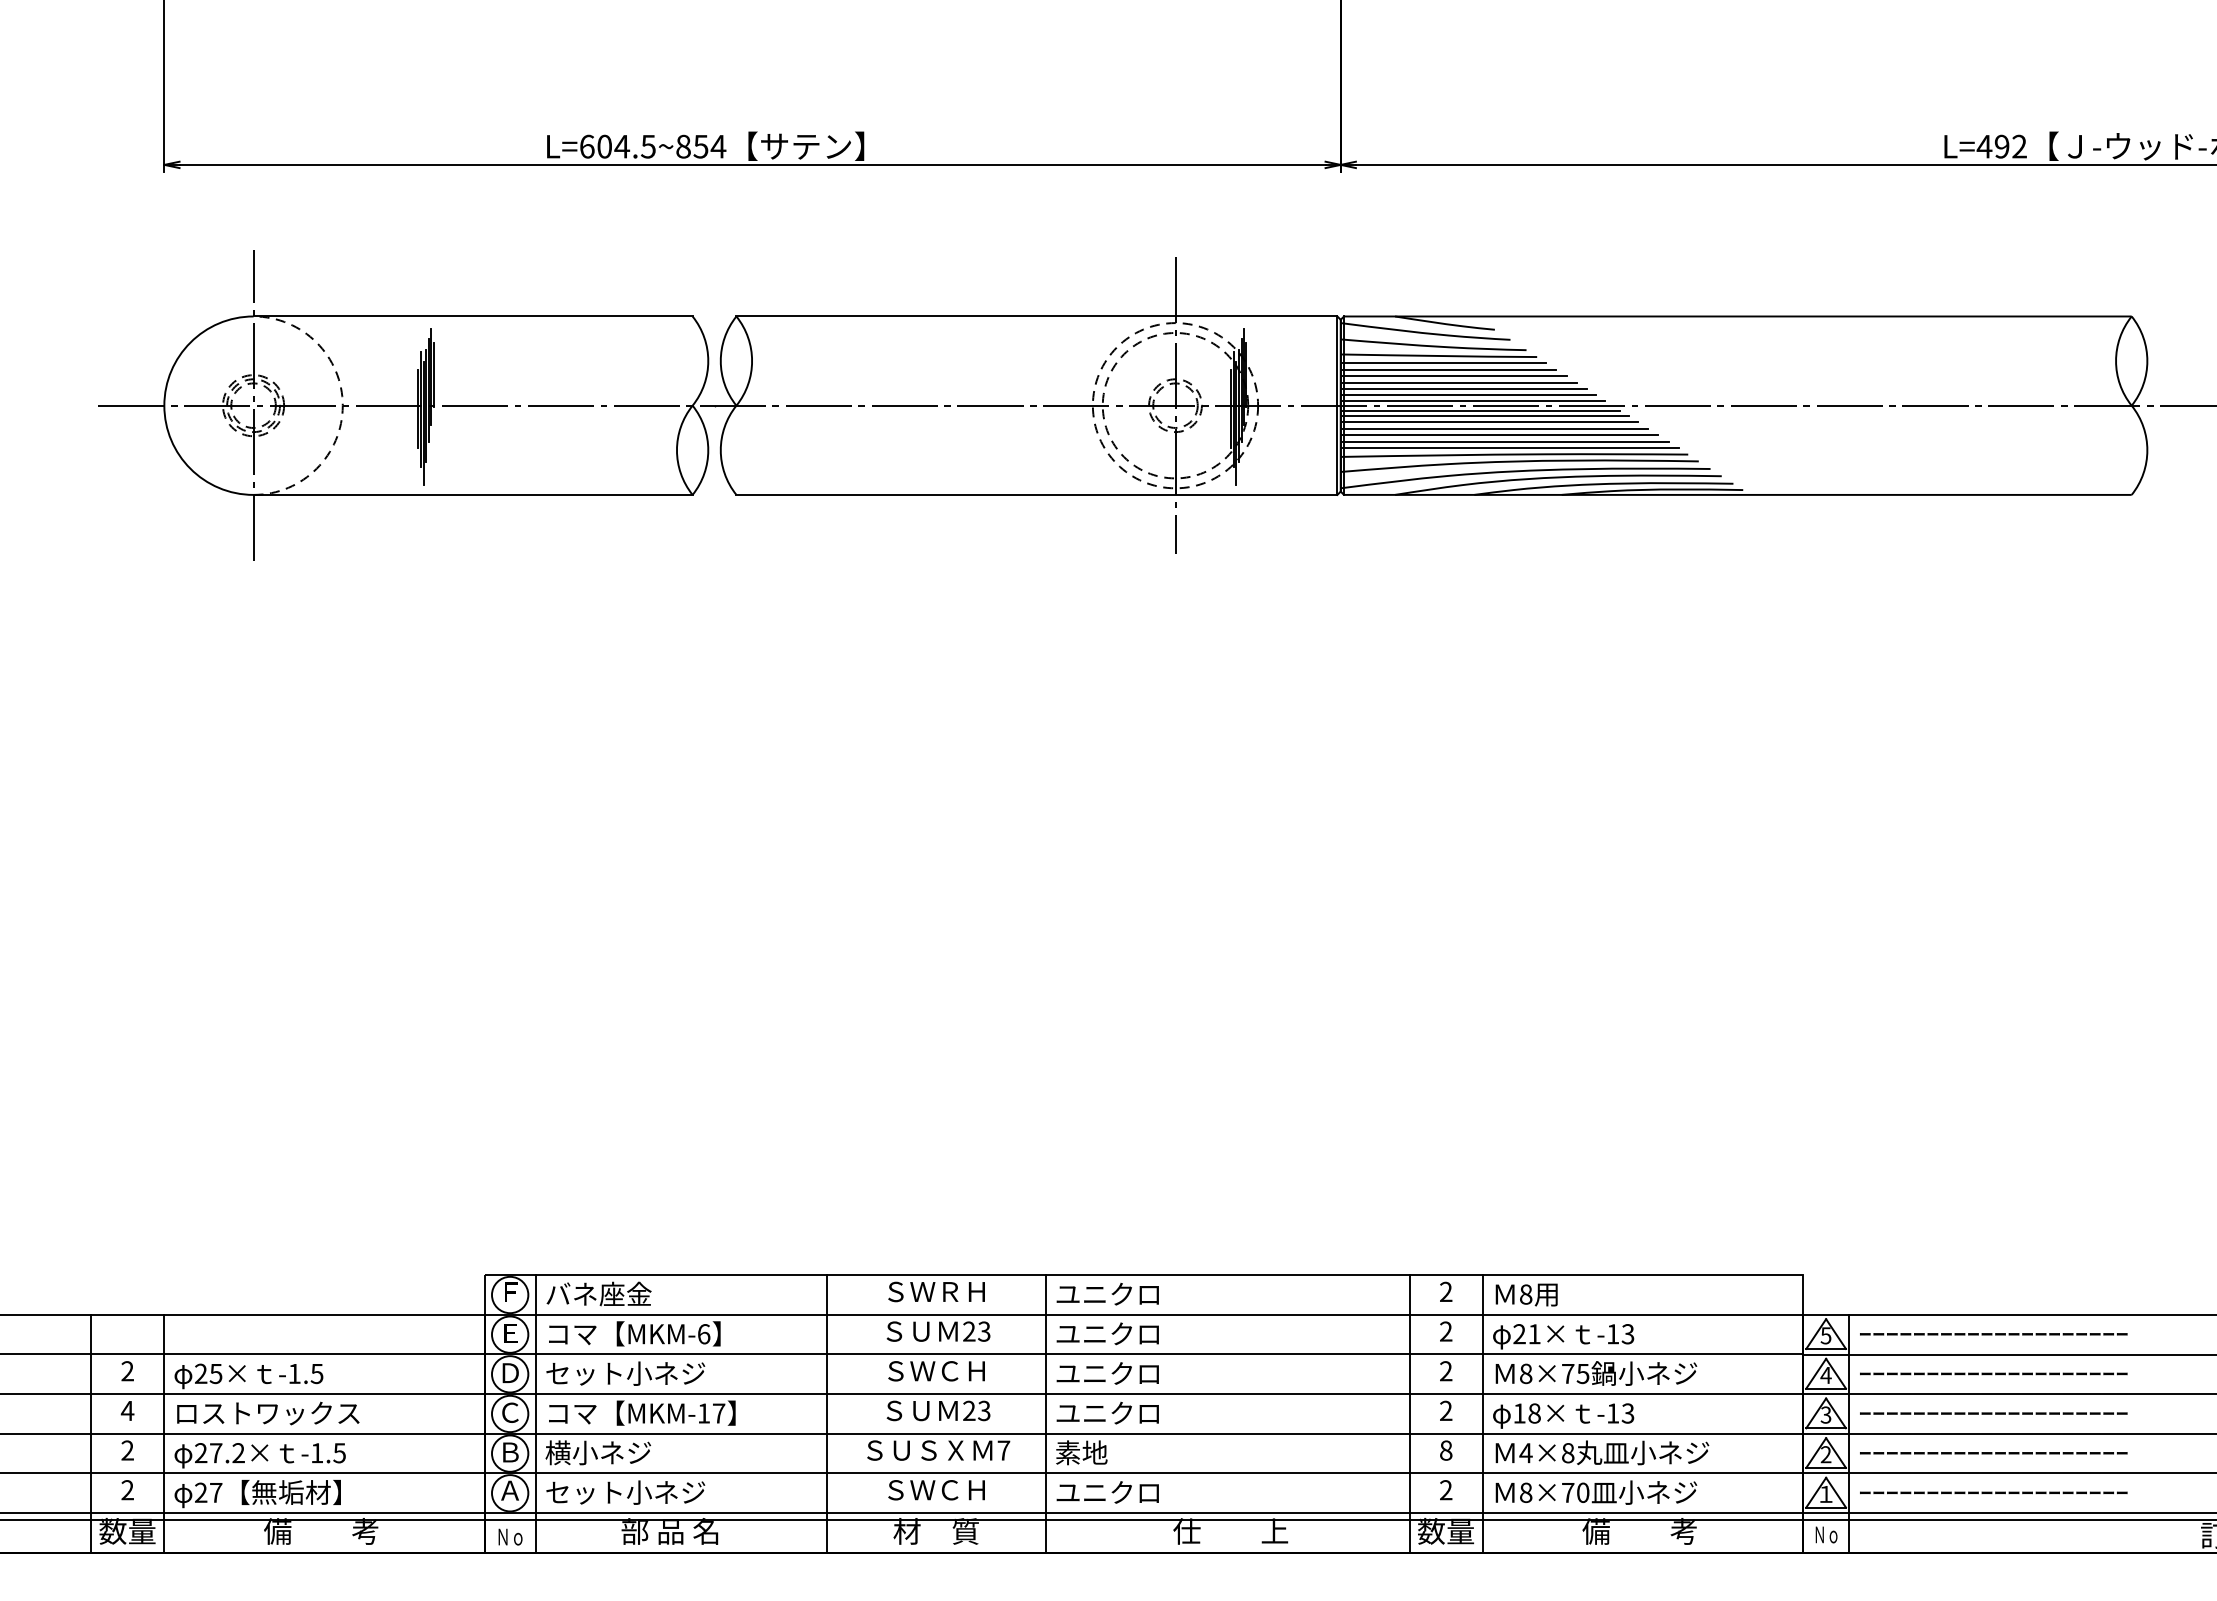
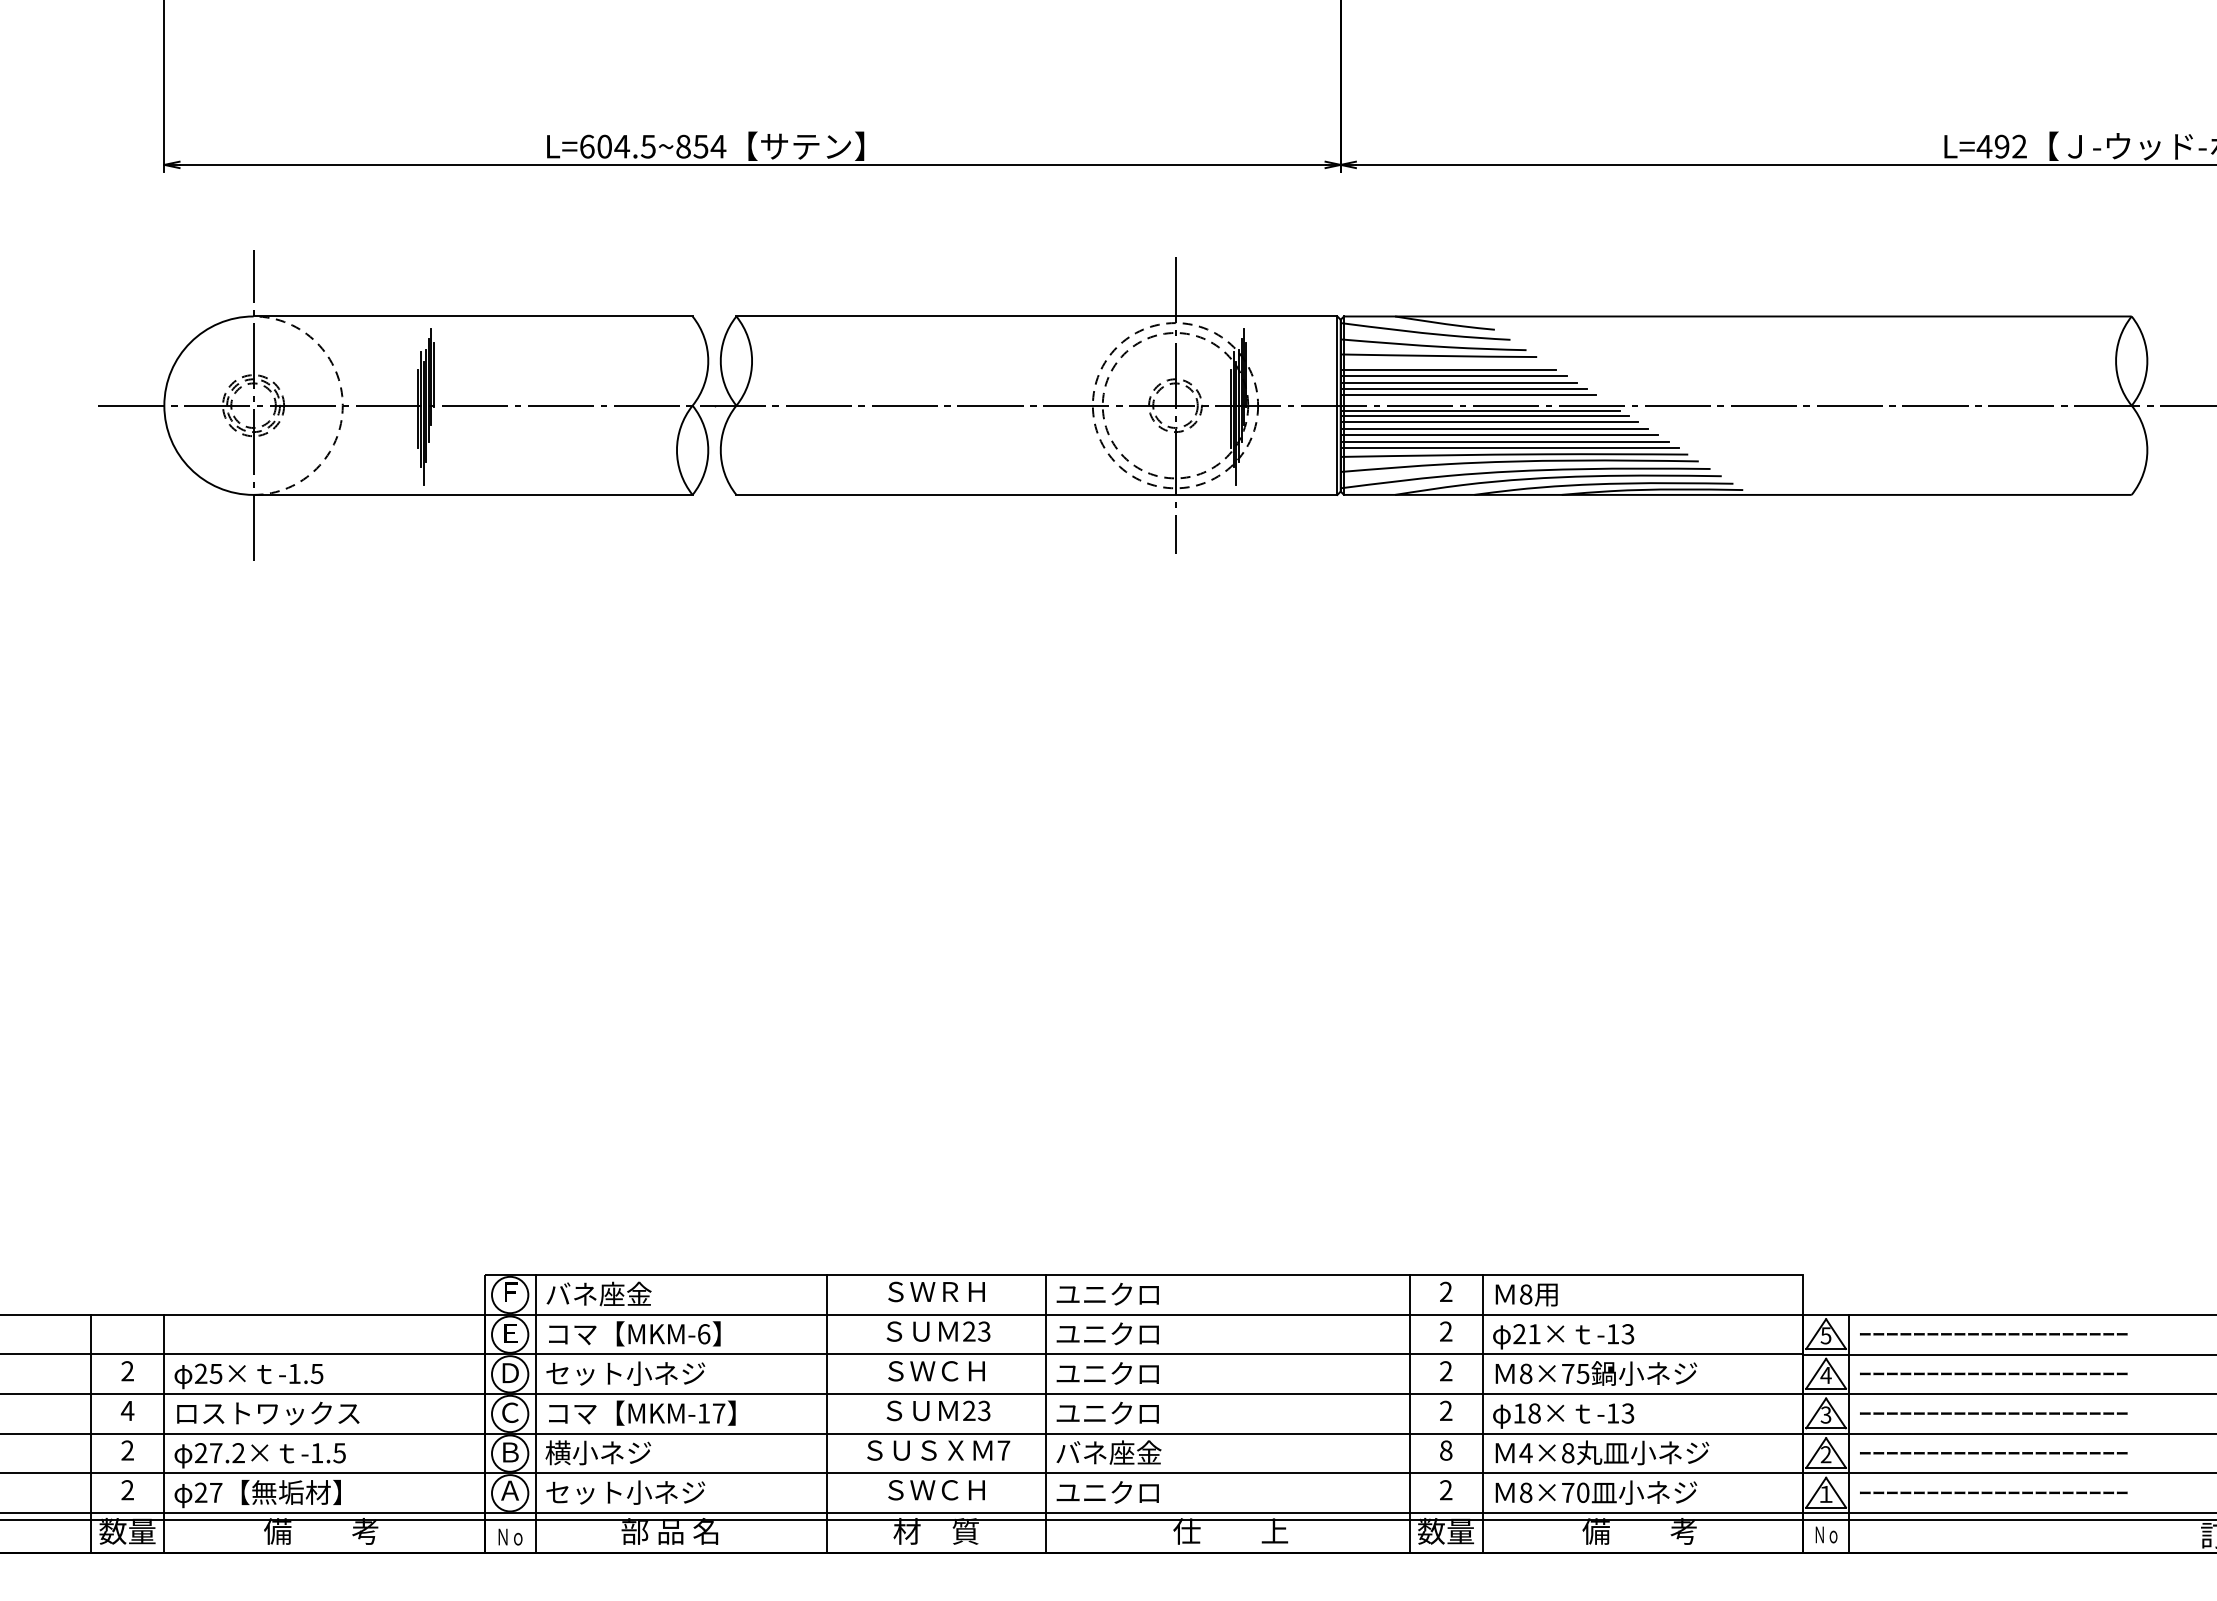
line at (1443, 362): present -> none
line at (1472, 400): present -> none
text at (1108, 1452): 素地 -> バネ座金
